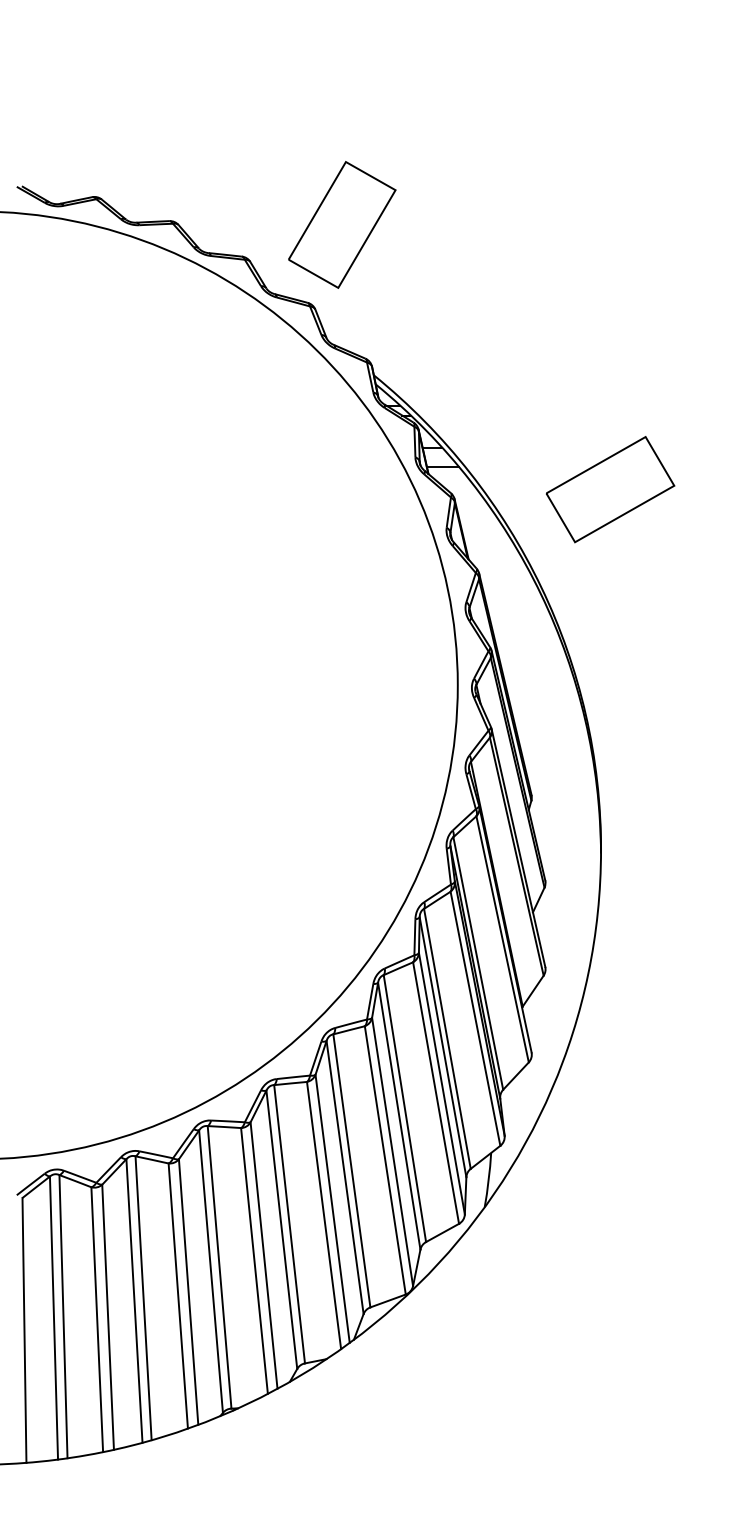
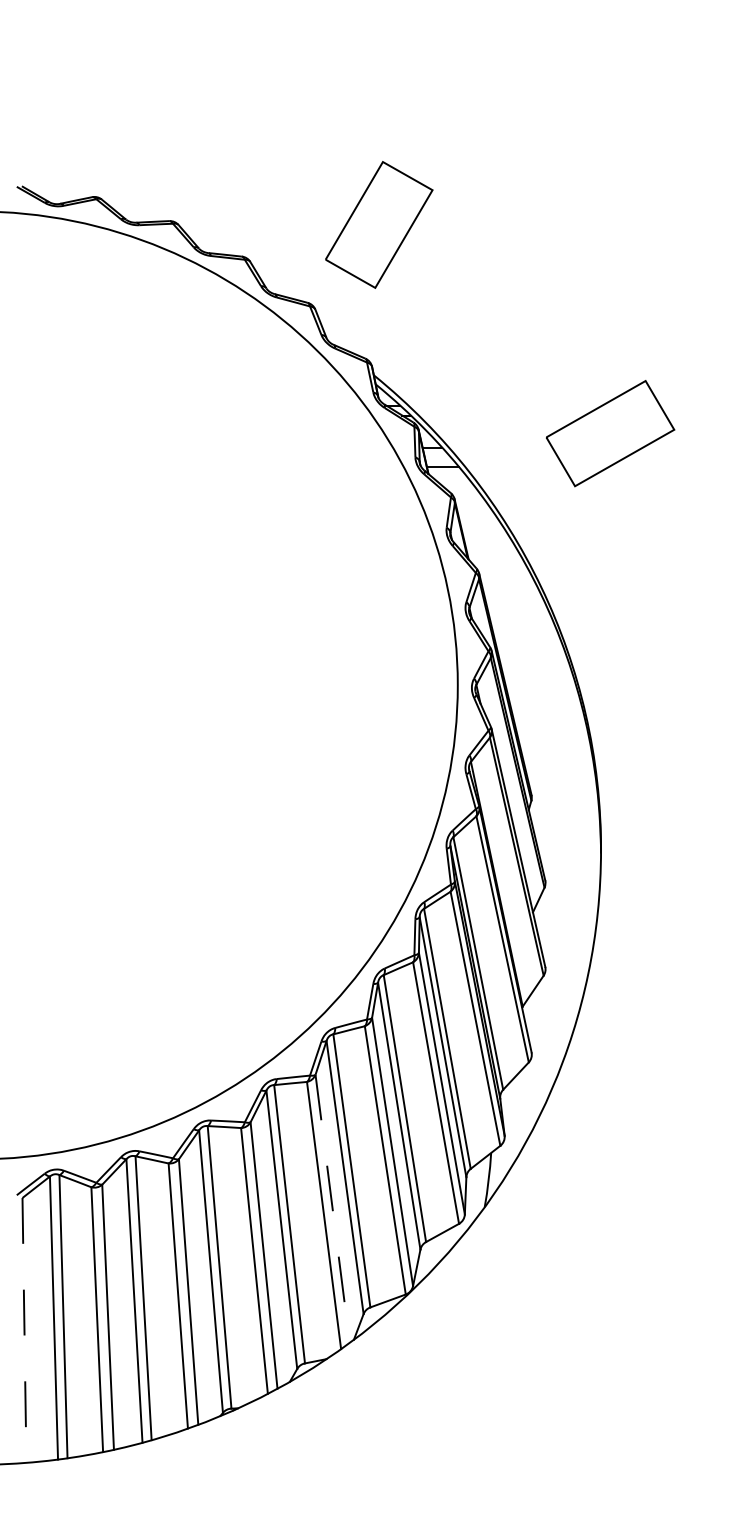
part at (342, 224) position: (342, 224) -> (379, 224)
part at (610, 489) position: (610, 489) -> (610, 433)
line at (332, 1209): solid -> dashed
line at (24, 1330): solid -> dashed
